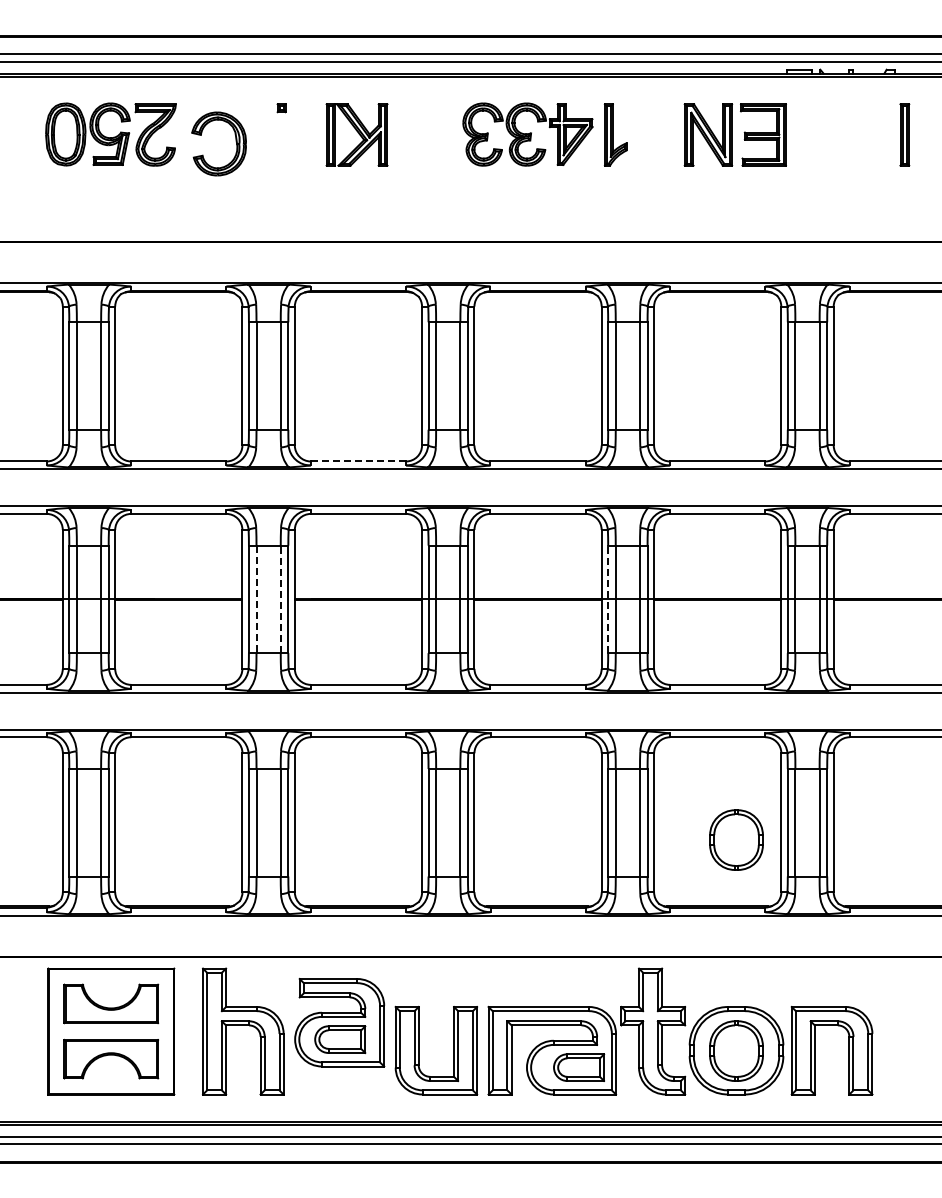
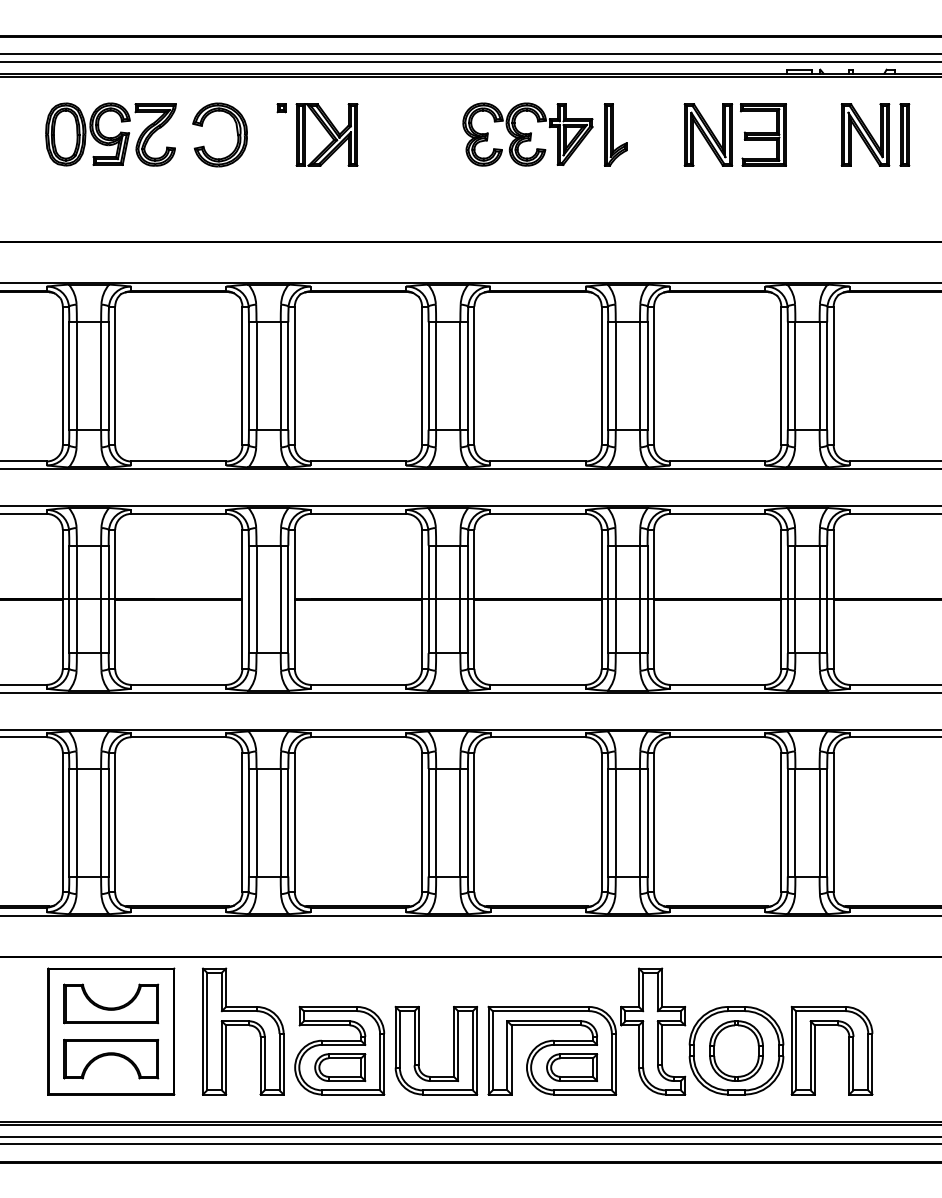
part at (356, 134) position: (356, 134) -> (326, 134)
part at (865, 134): none -> present
part at (235, 141) position: (235, 141) -> (236, 132)
line at (358, 461): dashed -> solid
line at (256, 599): dashed -> solid
line at (280, 599): dashed -> solid
line at (608, 599): dashed -> solid
part at (736, 839): present -> none
part at (339, 1022) position: (339, 1022) -> (339, 1050)
part at (579, 1067) position: (579, 1067) -> (572, 1067)
